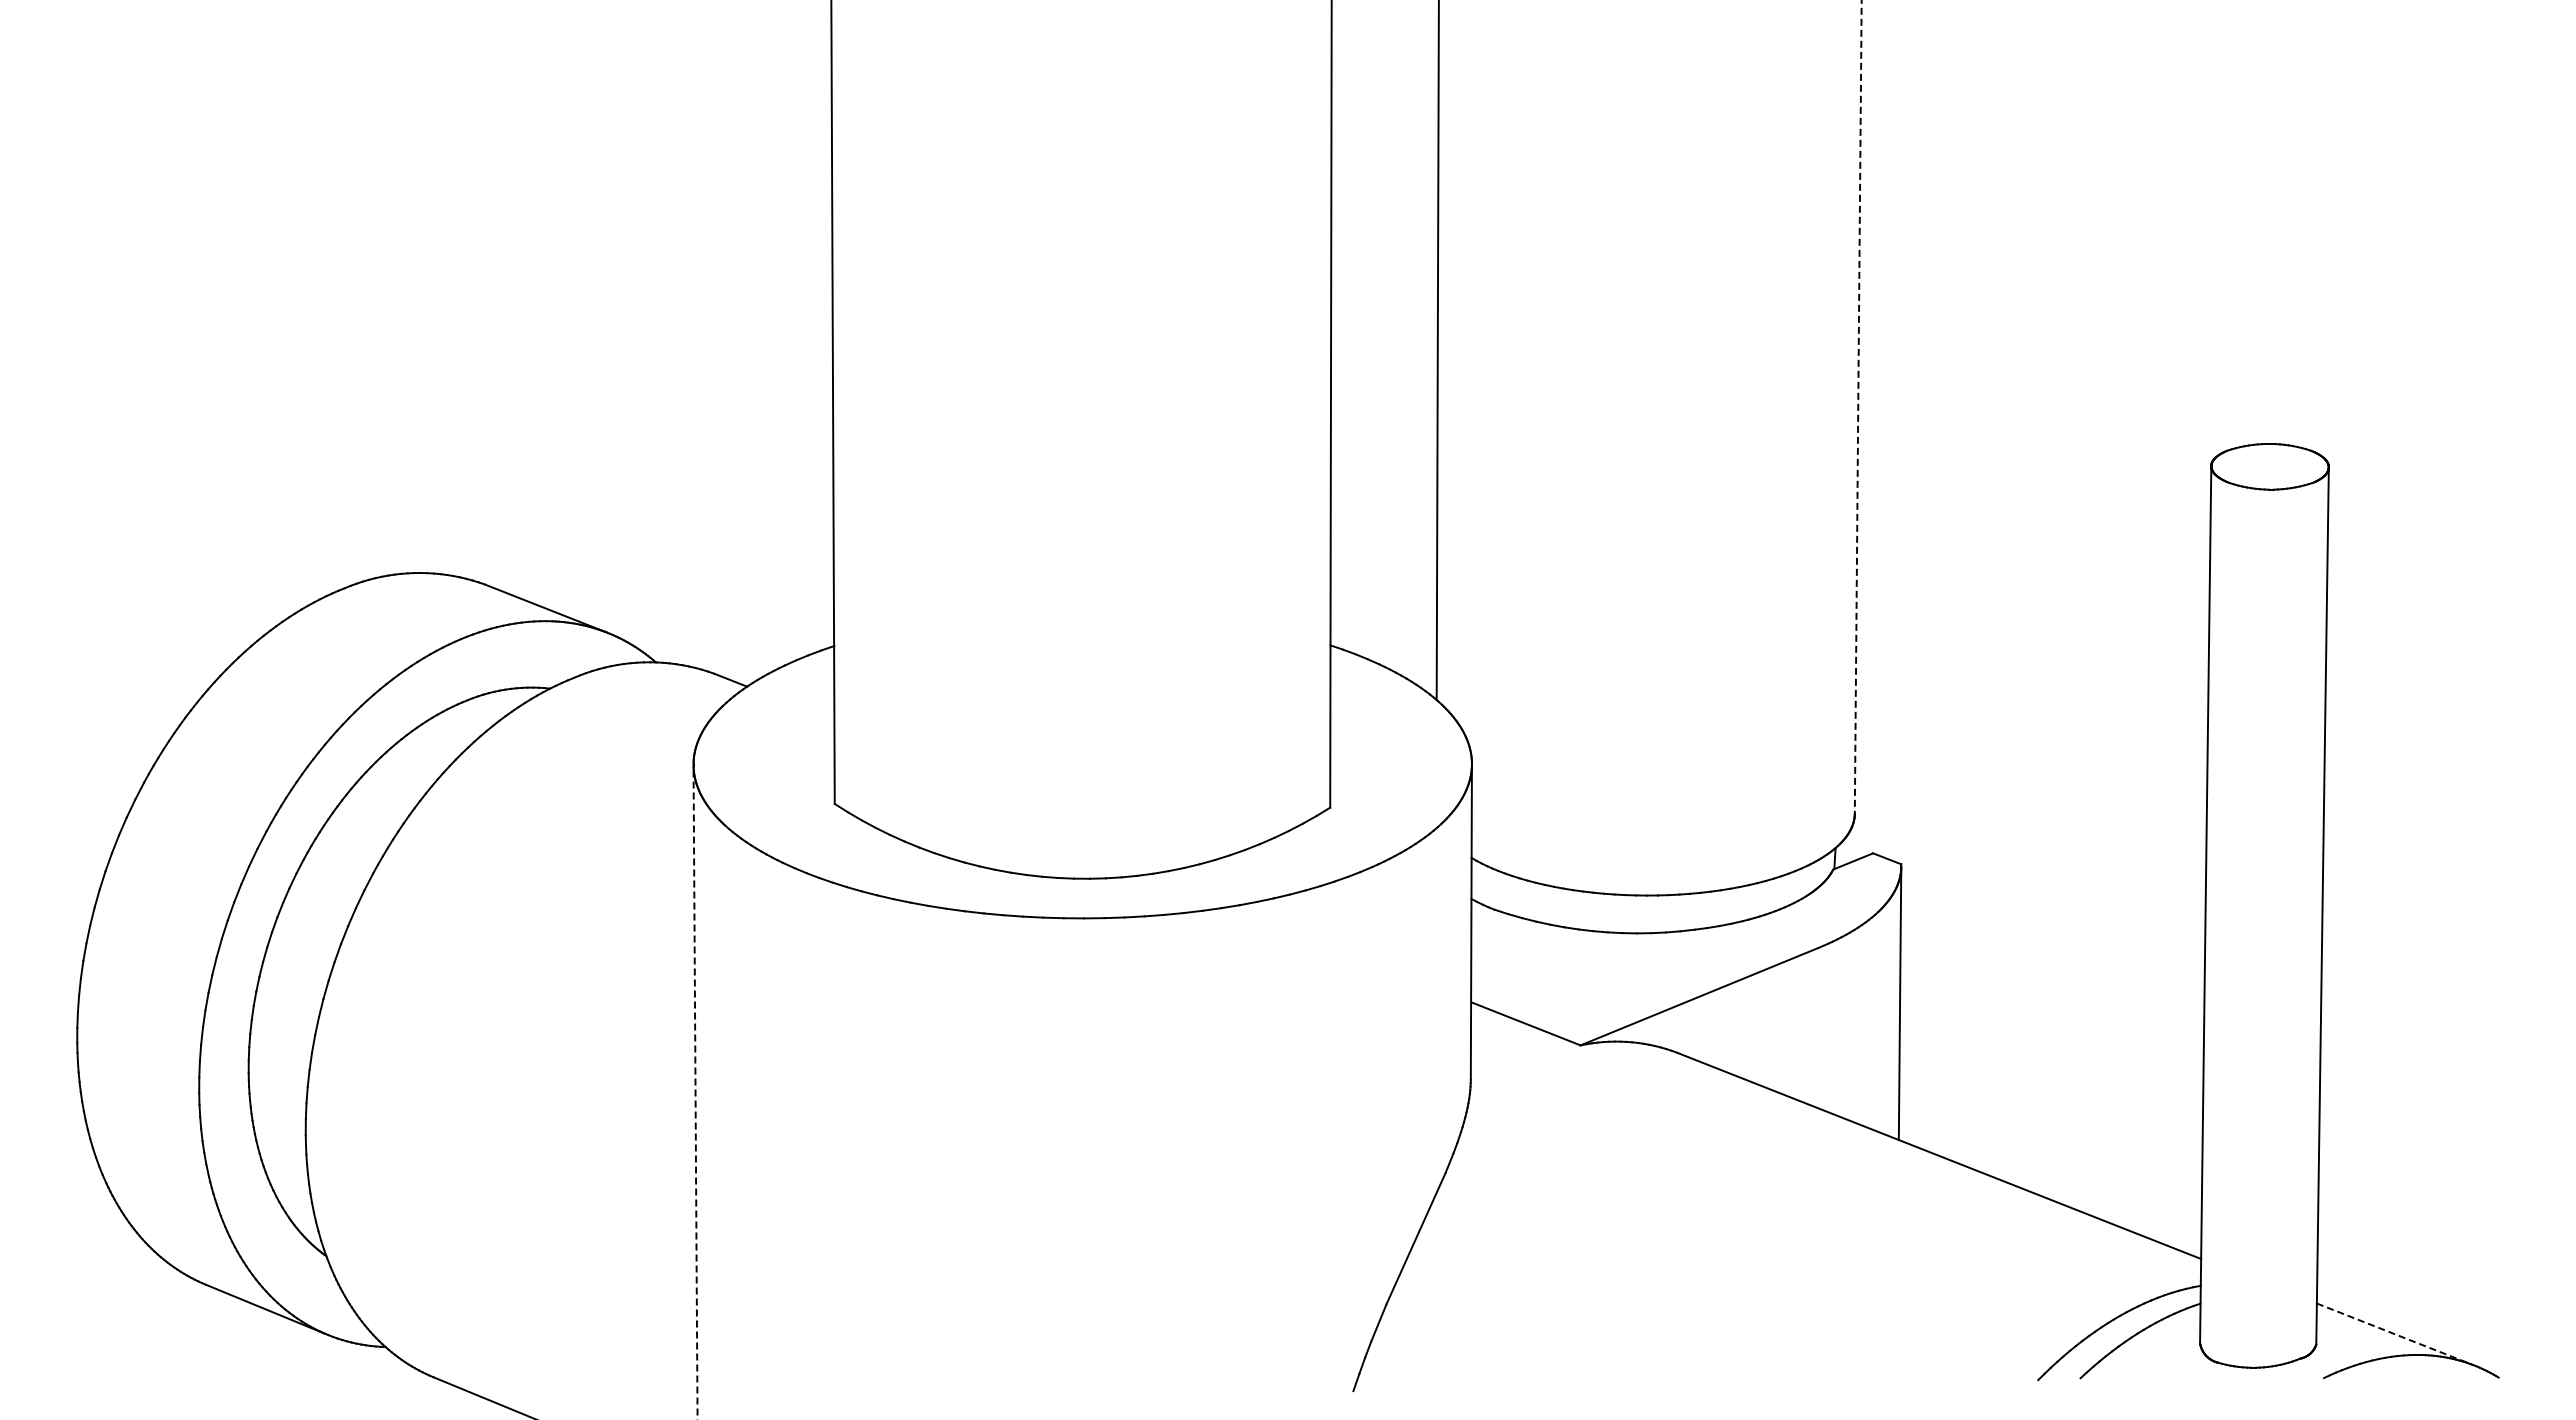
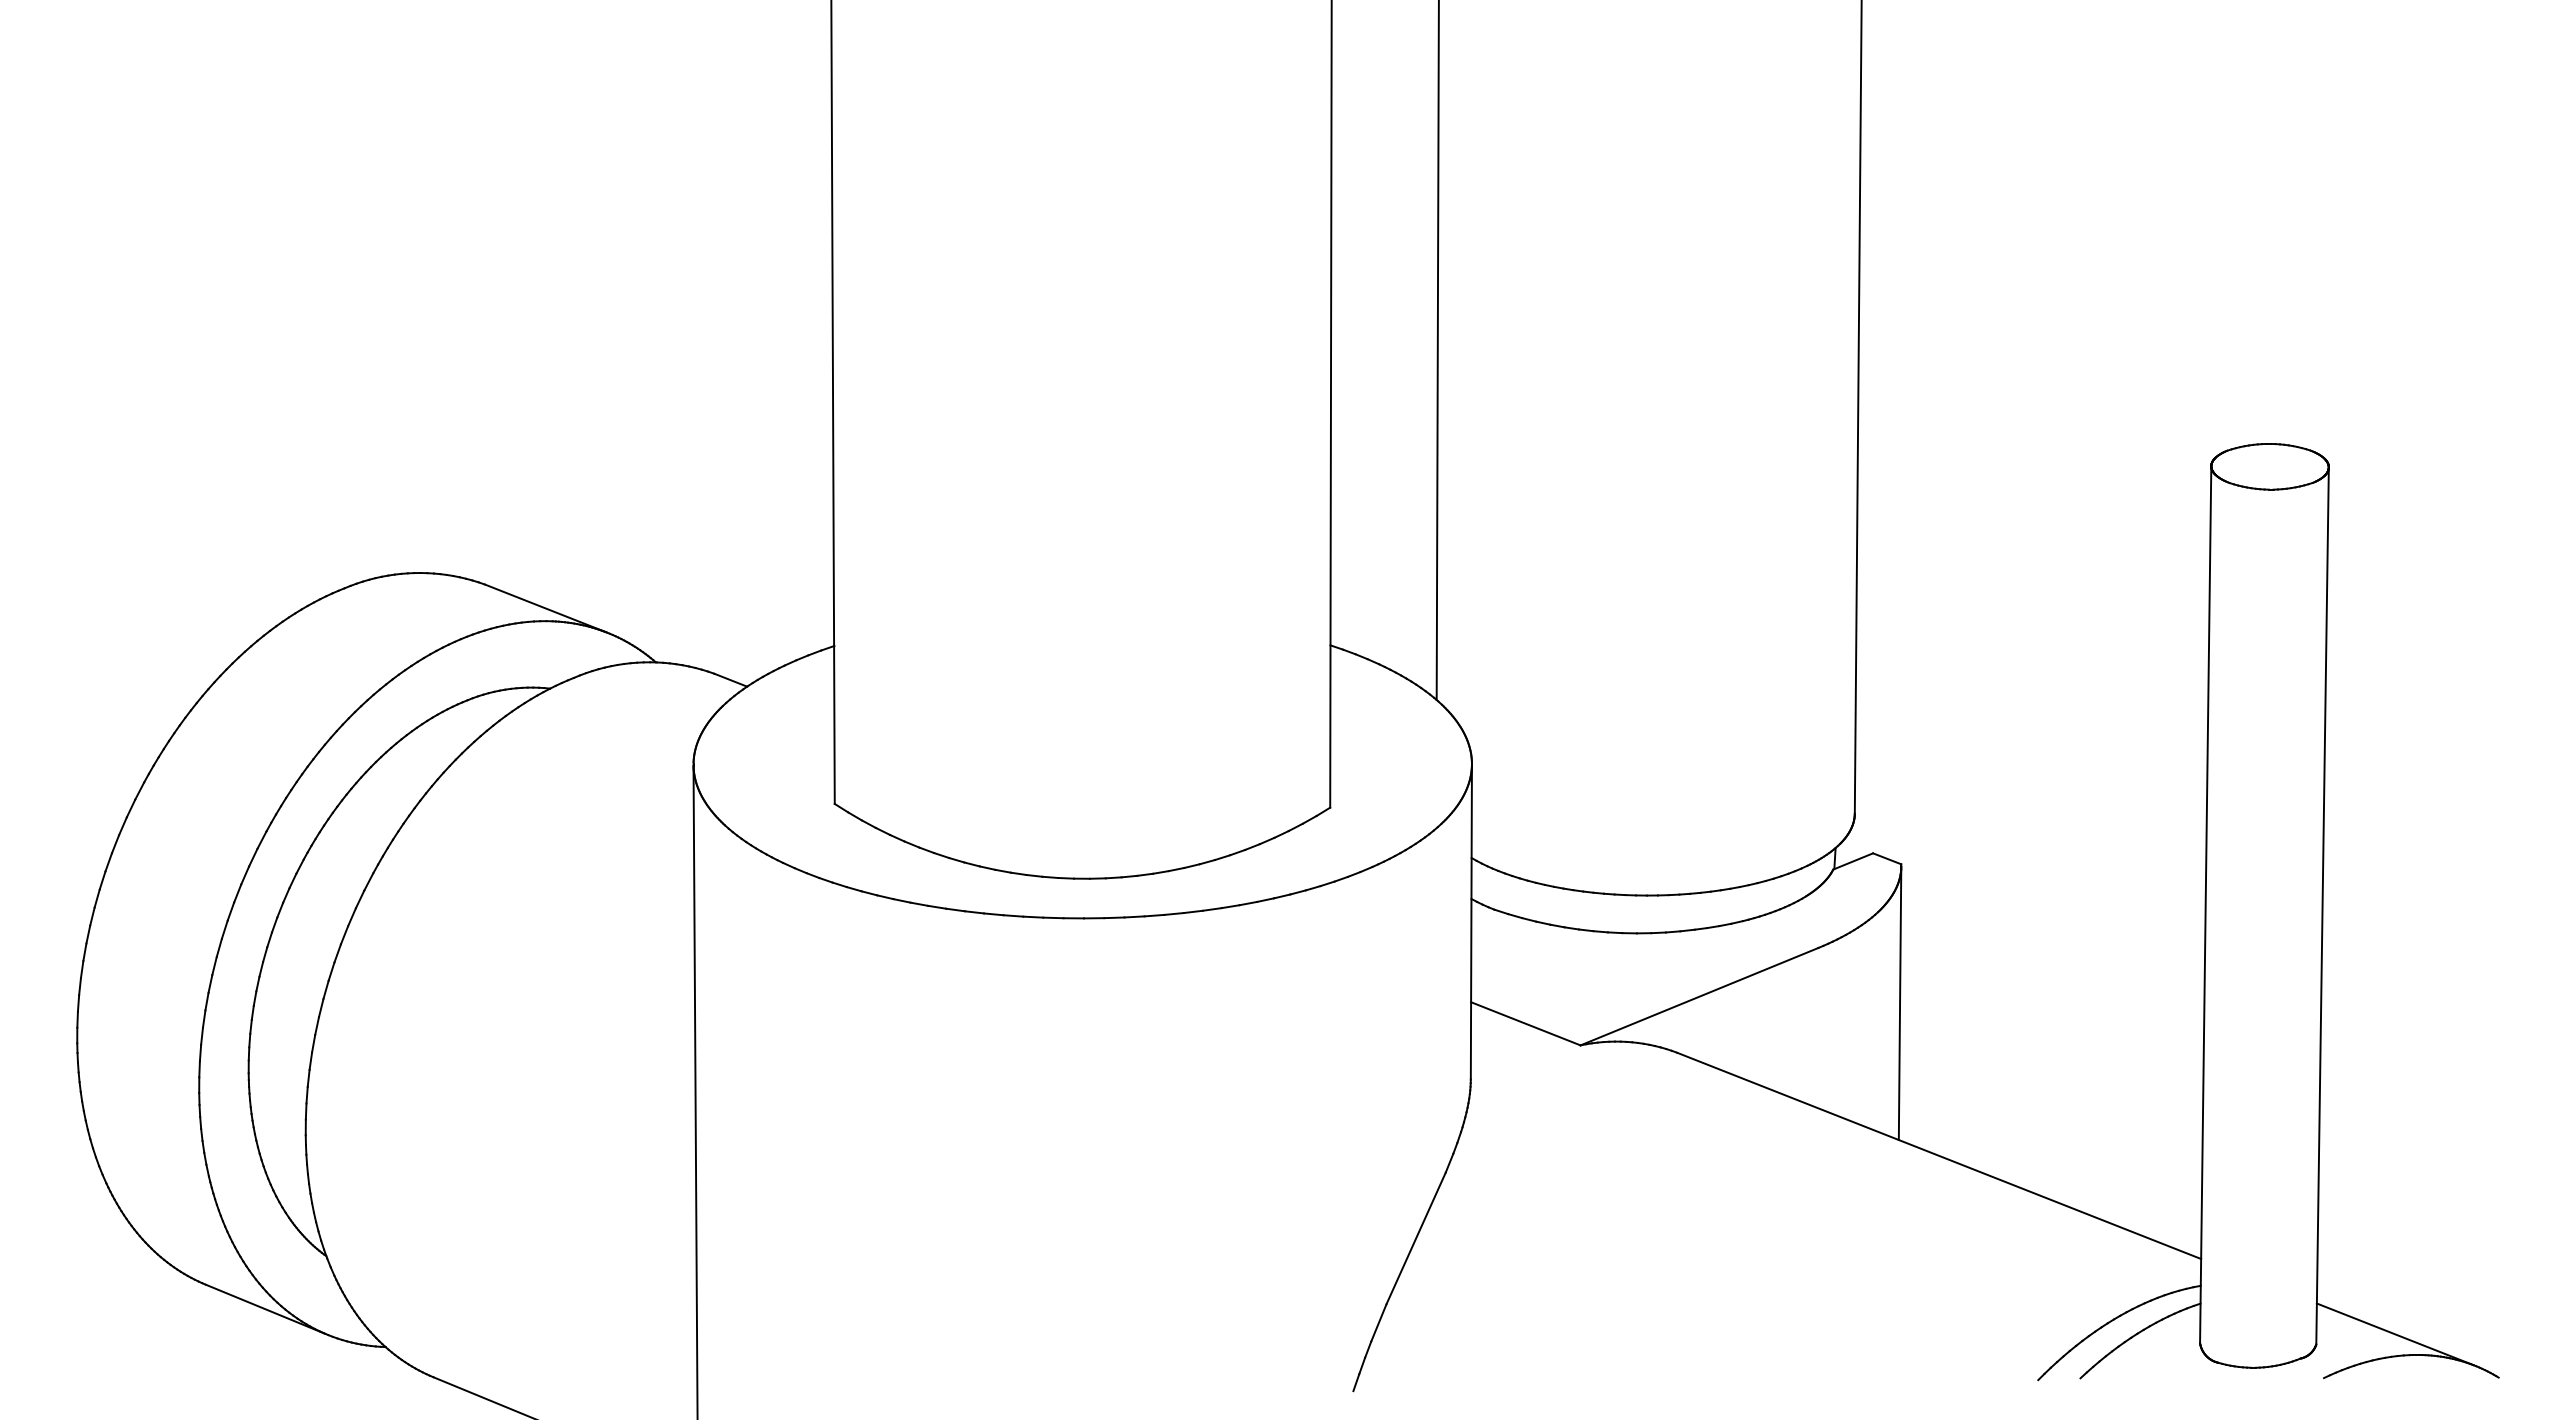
line at (1858, 407): dashed -> solid
line at (695, 1092): dashed -> solid
line at (2395, 1334): dashed -> solid
